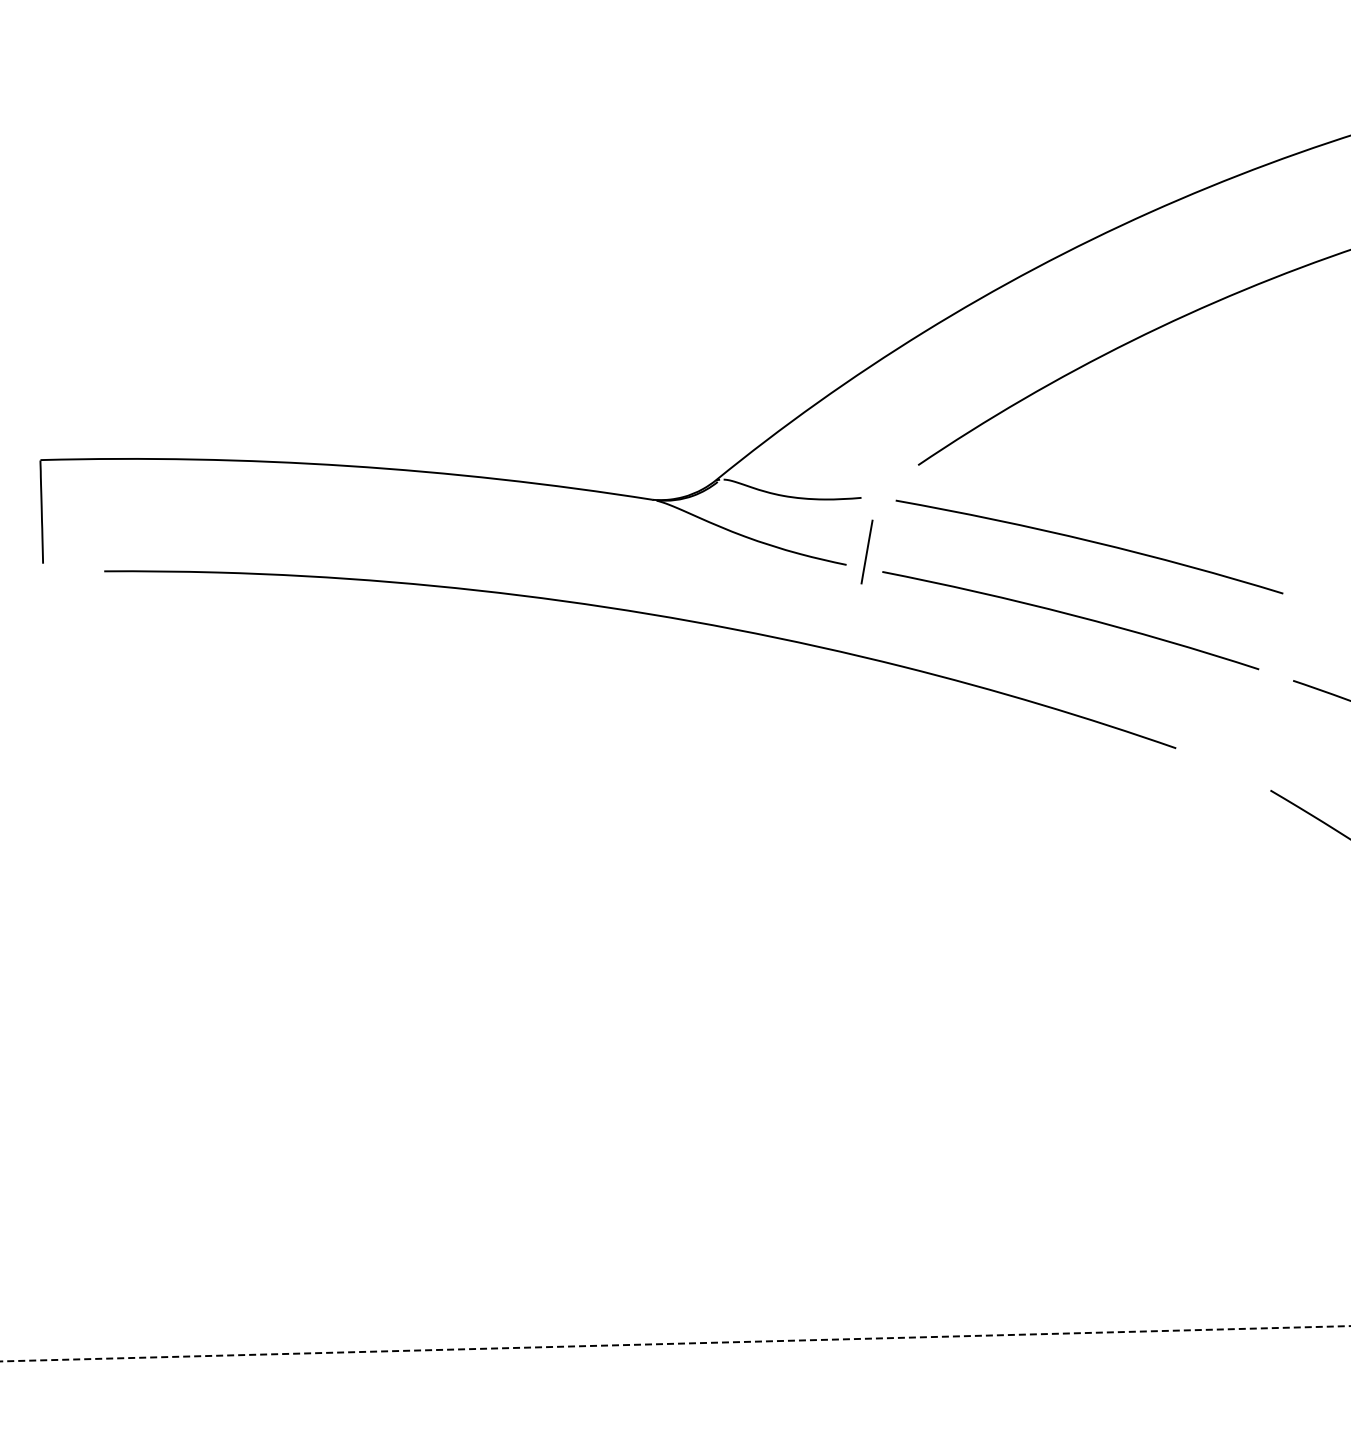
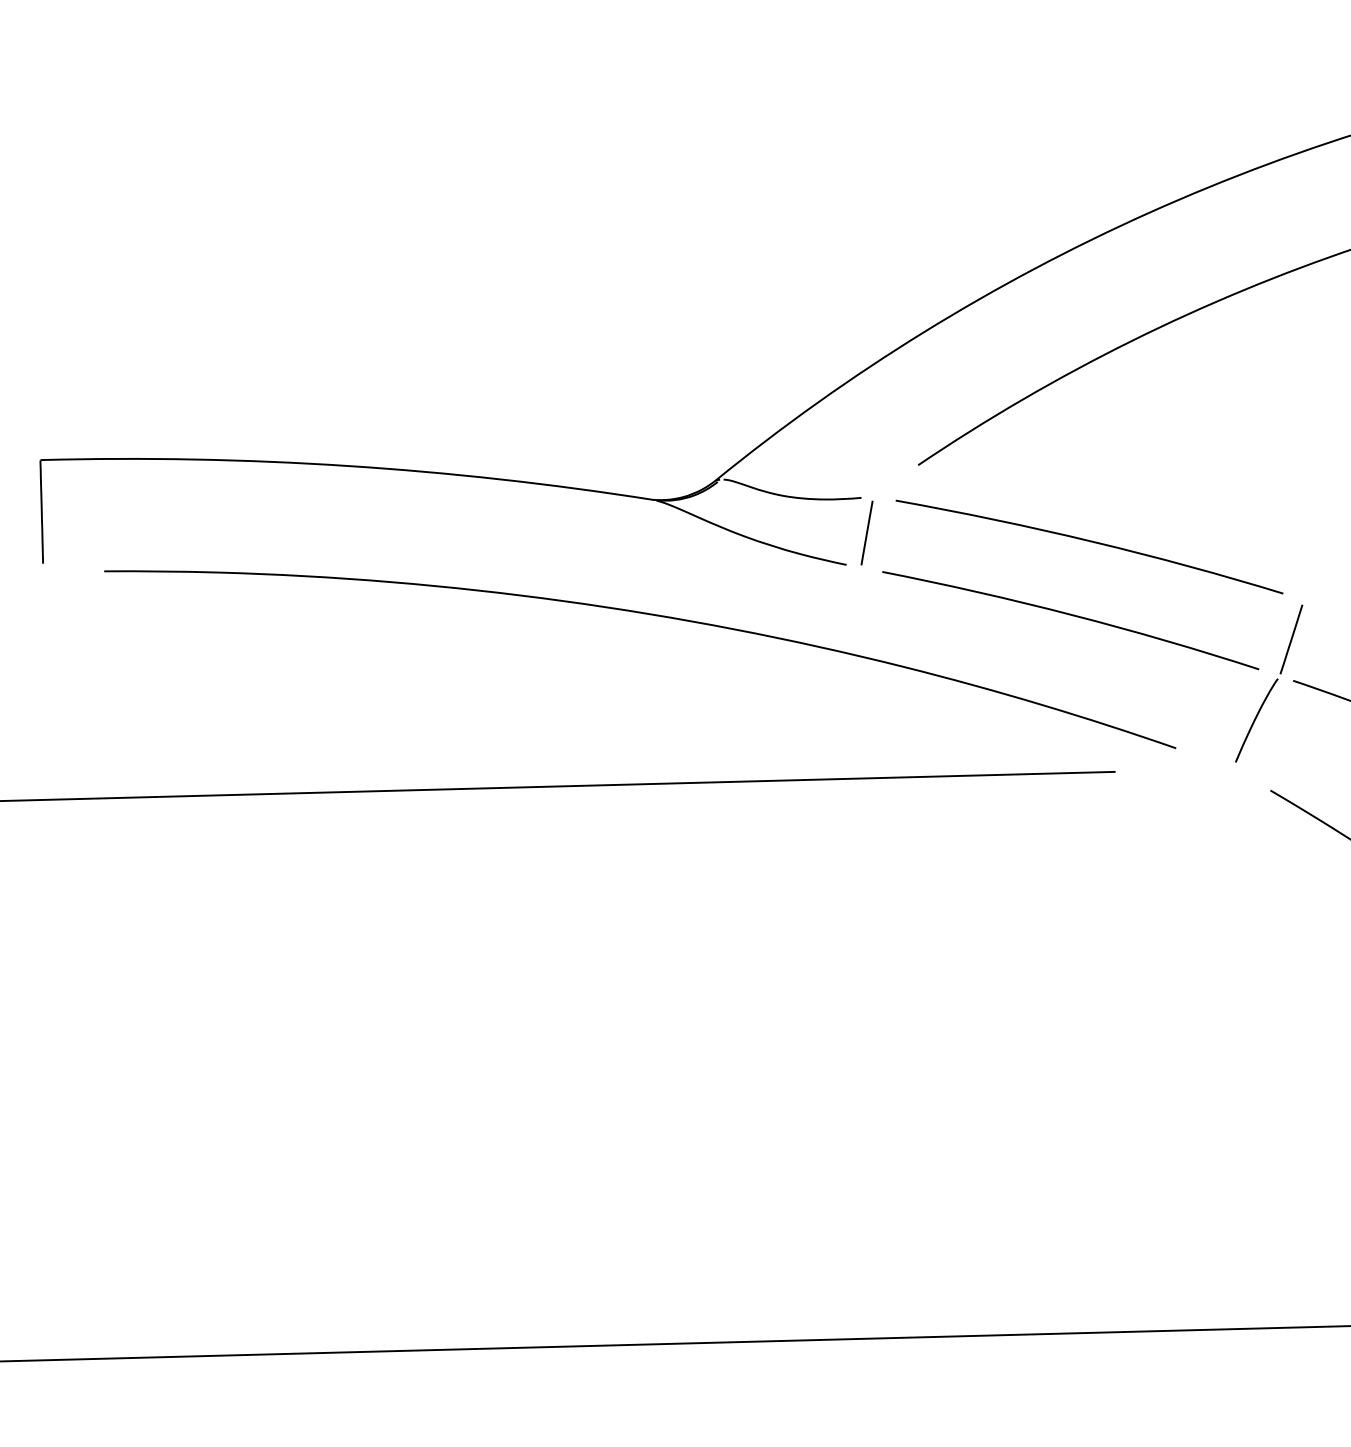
line at (866, 551) position: (866, 551) -> (866, 532)
part at (1269, 683): none -> present
line at (558, 786): none -> present
line at (675, 1343): dashed -> solid
